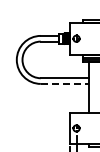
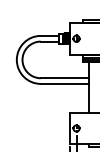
line at (65, 83): dashed -> solid
